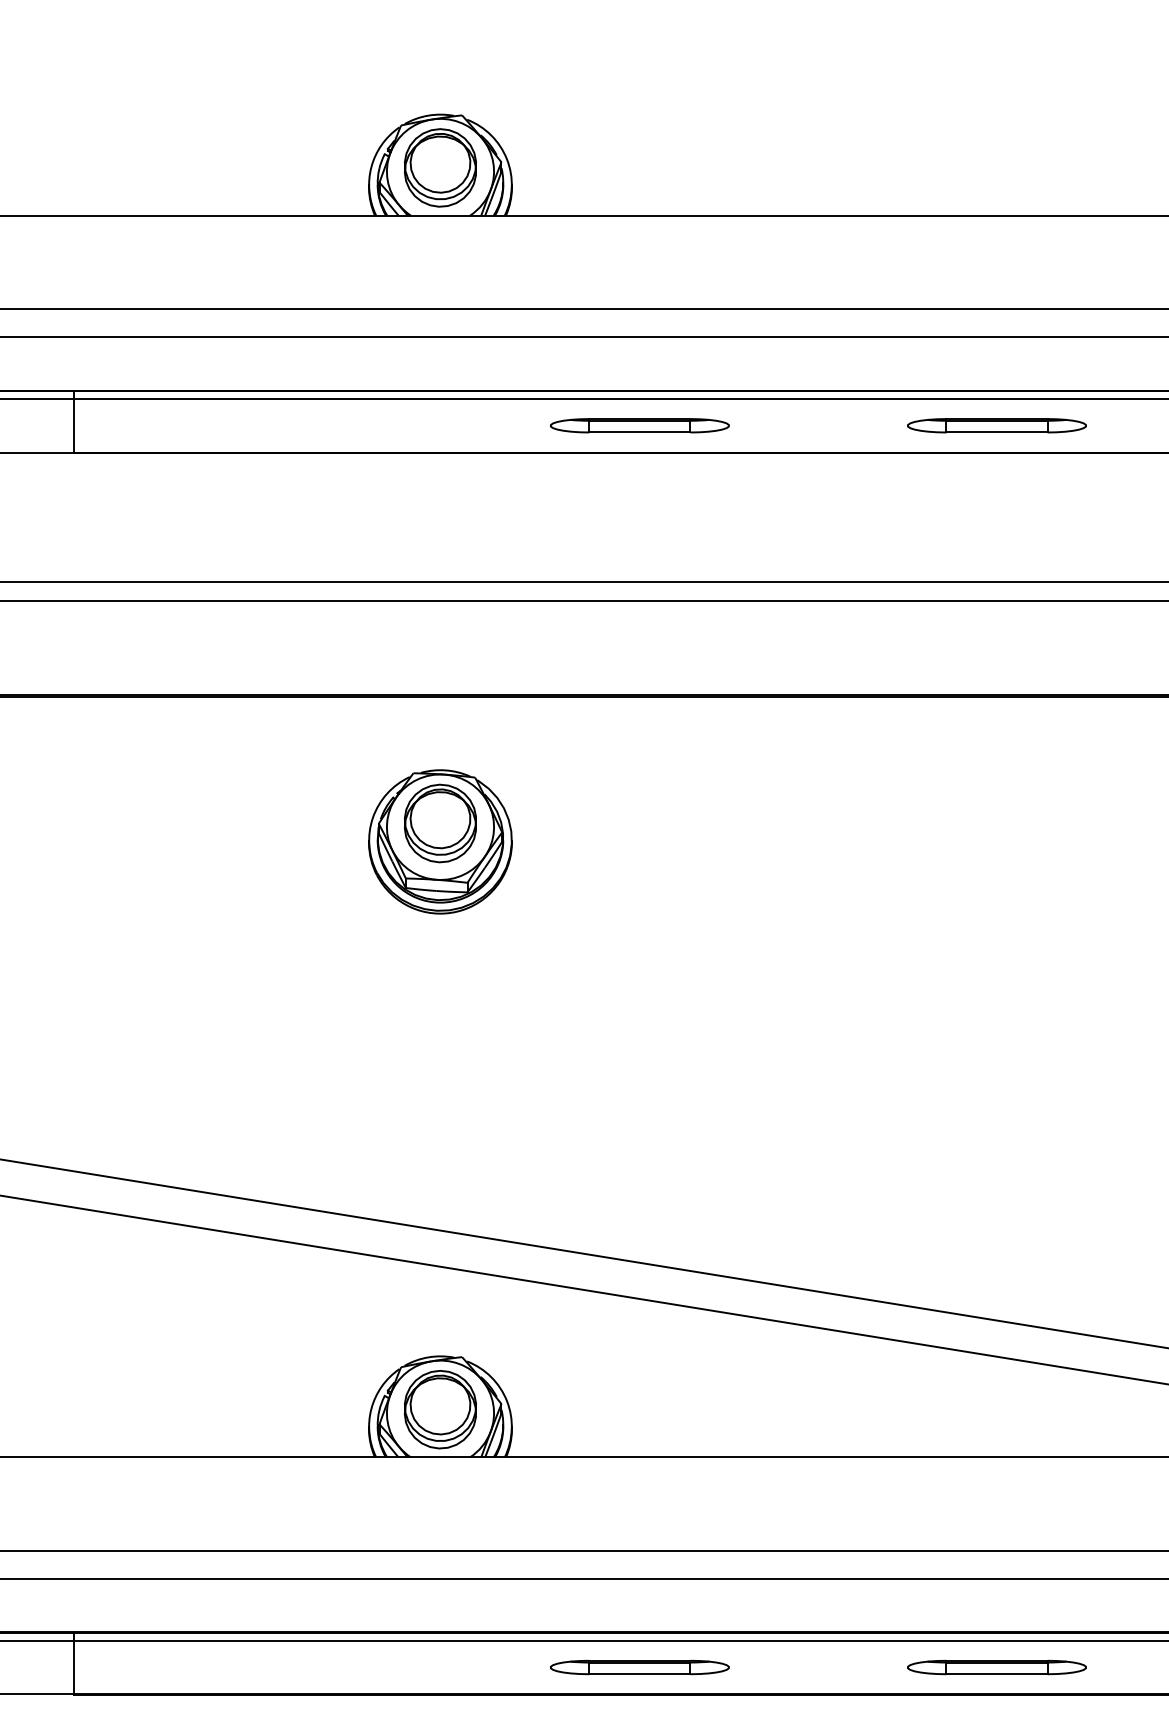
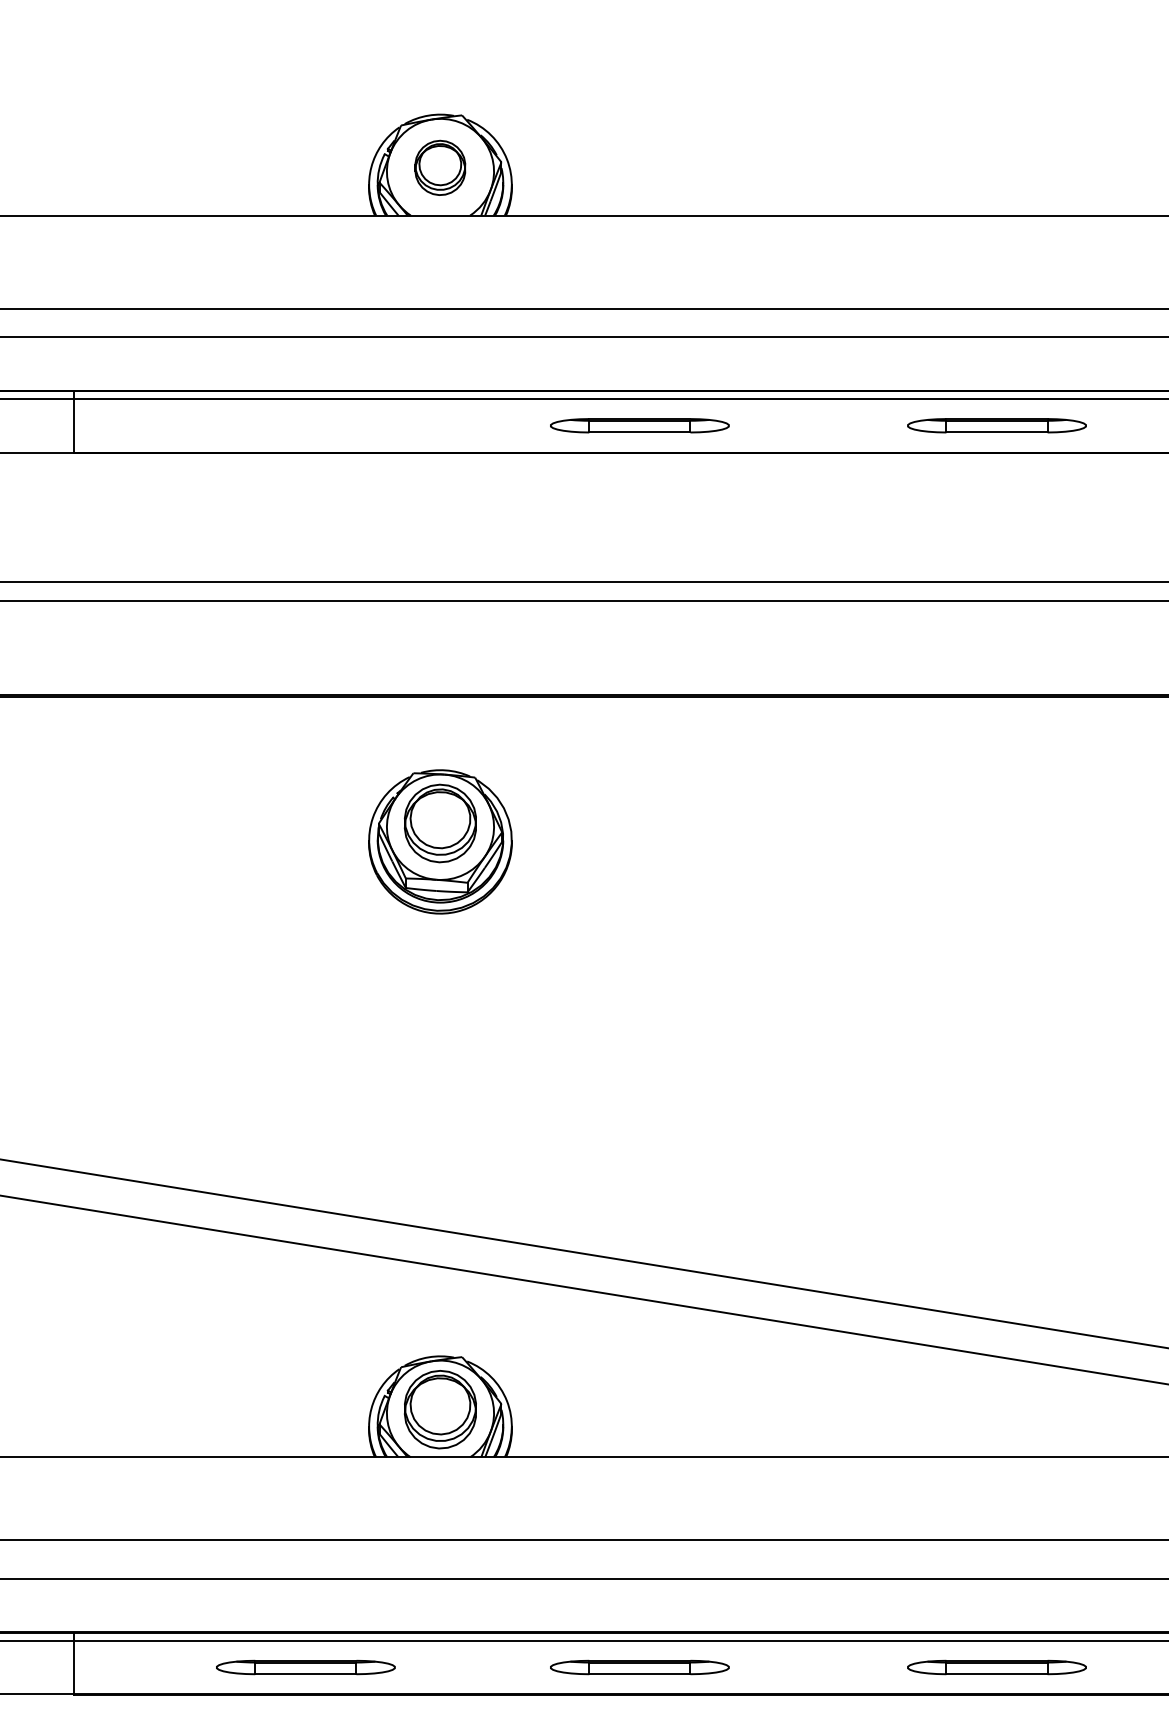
part at (439, 167) size: 74x80 px -> 53x57 px
line at (583, 1551) position: (583, 1551) -> (583, 1540)
part at (305, 1667): none -> present
